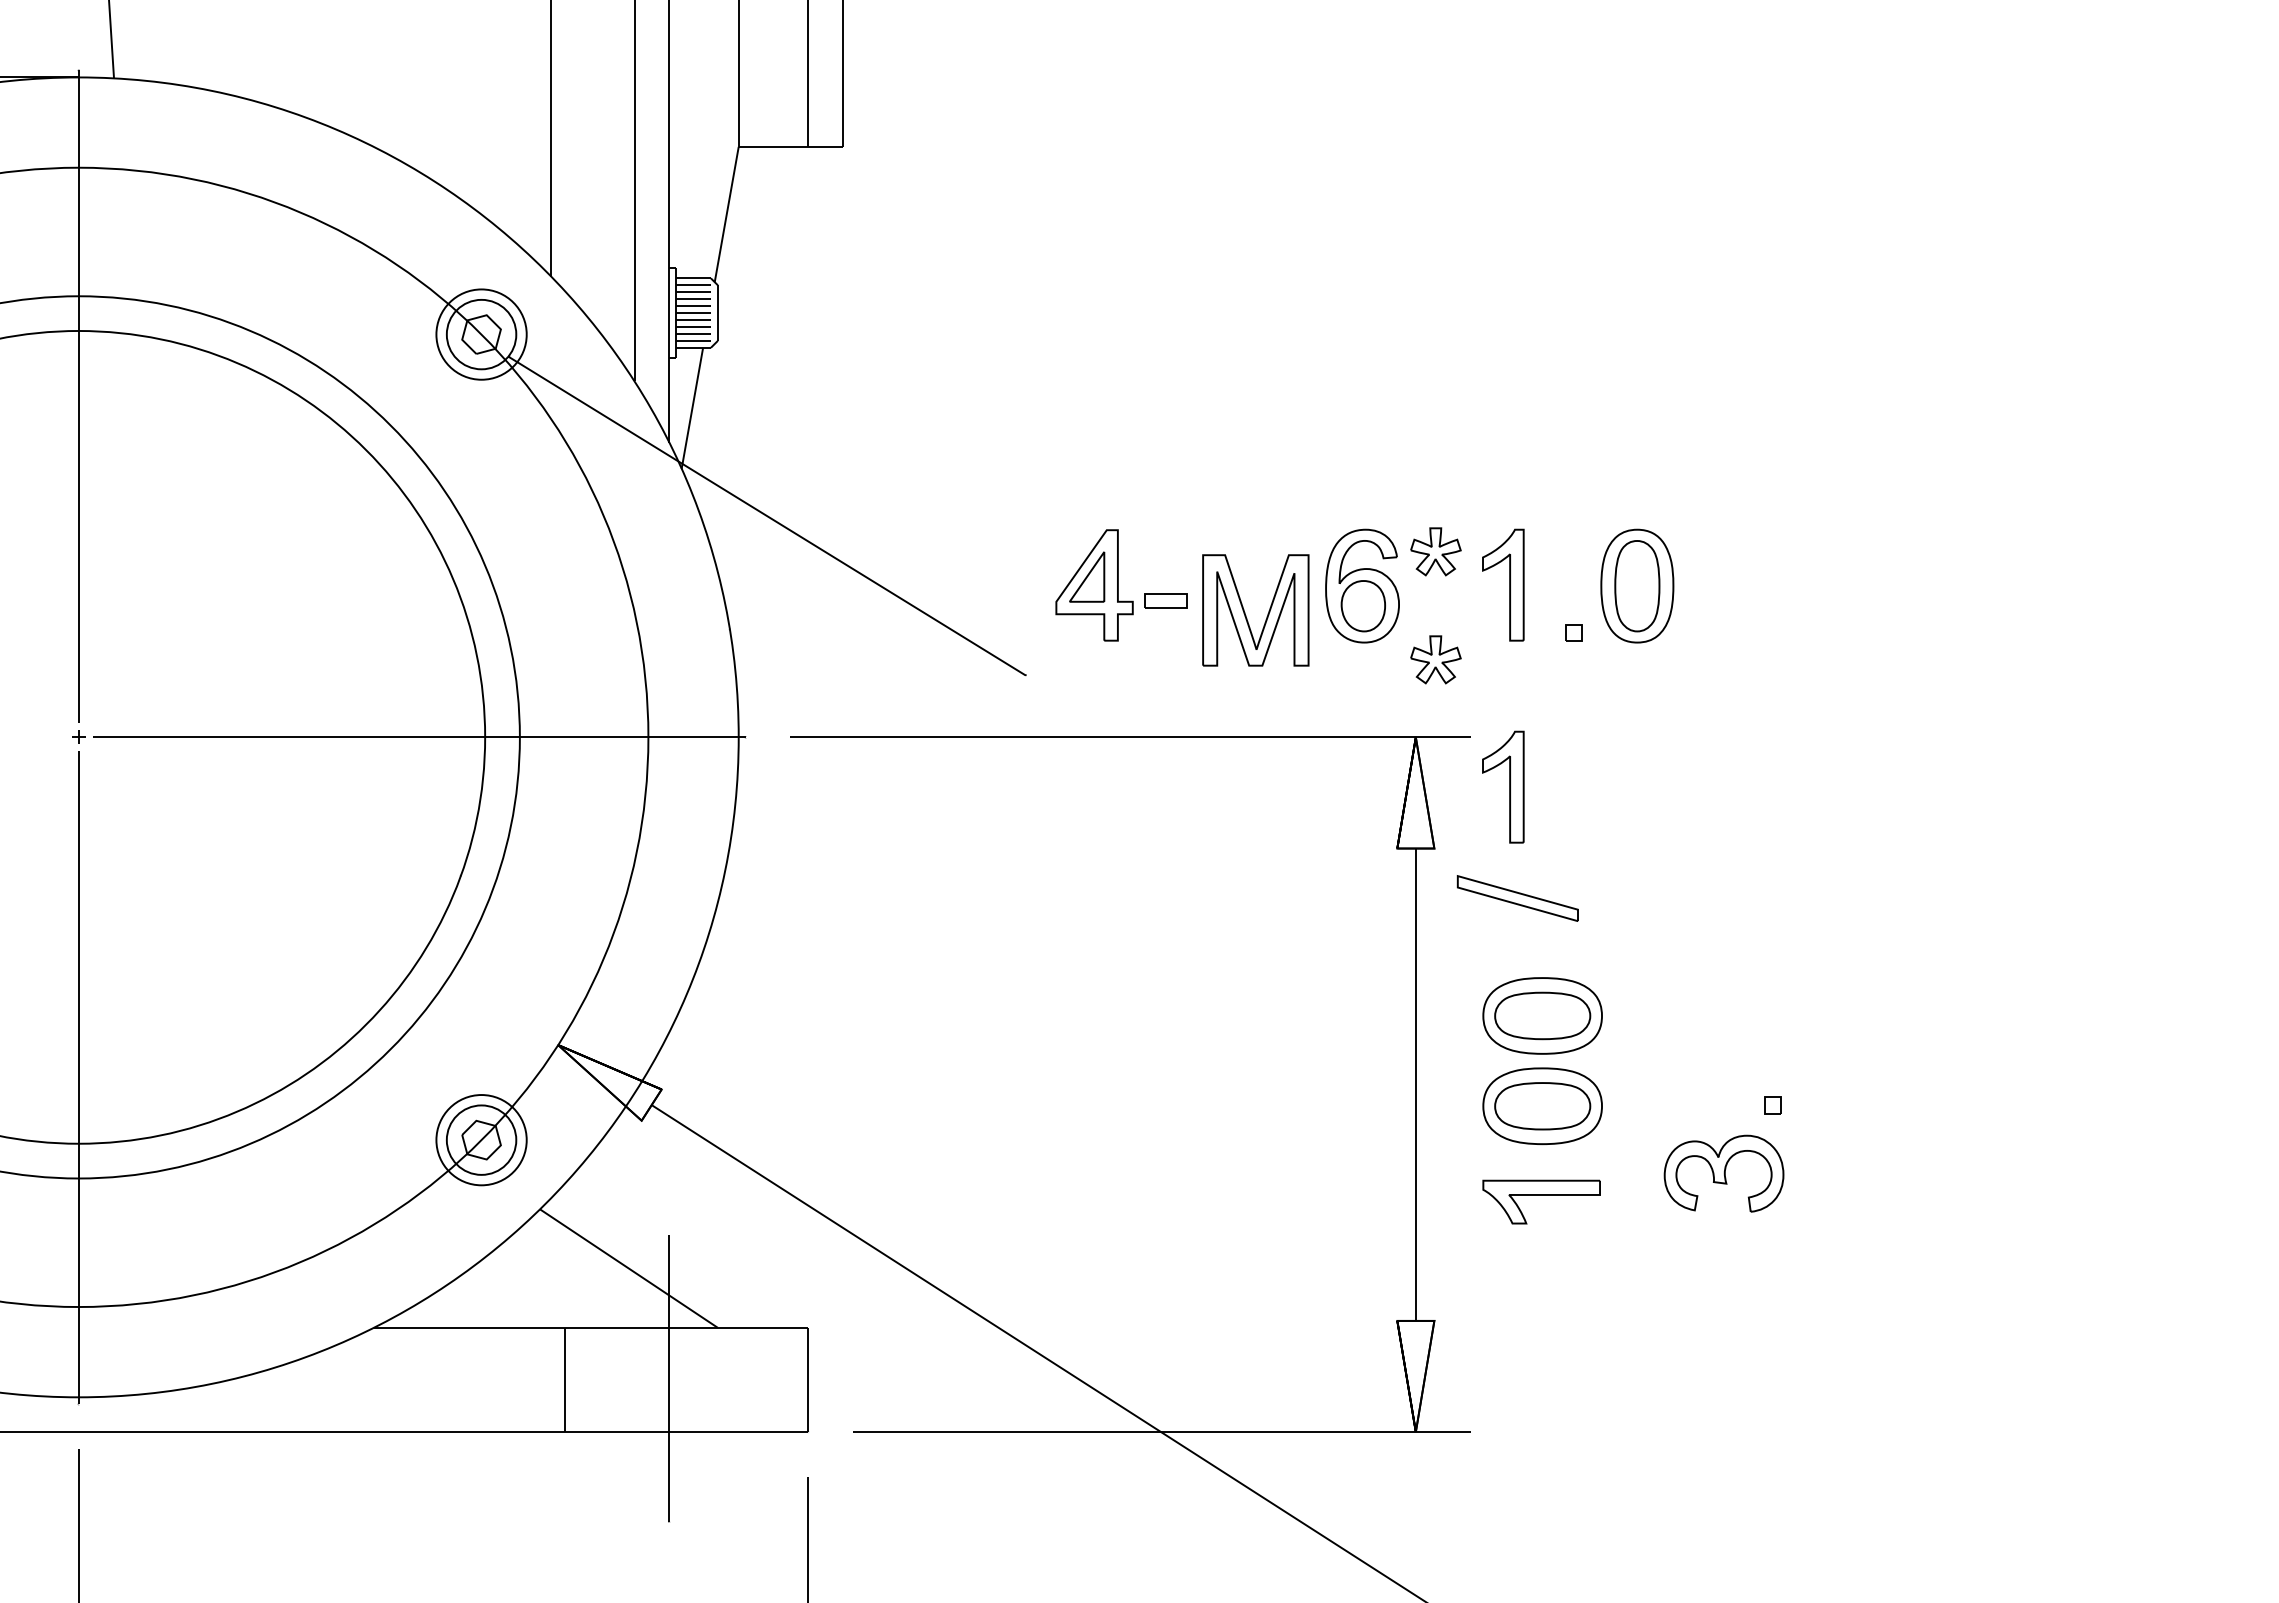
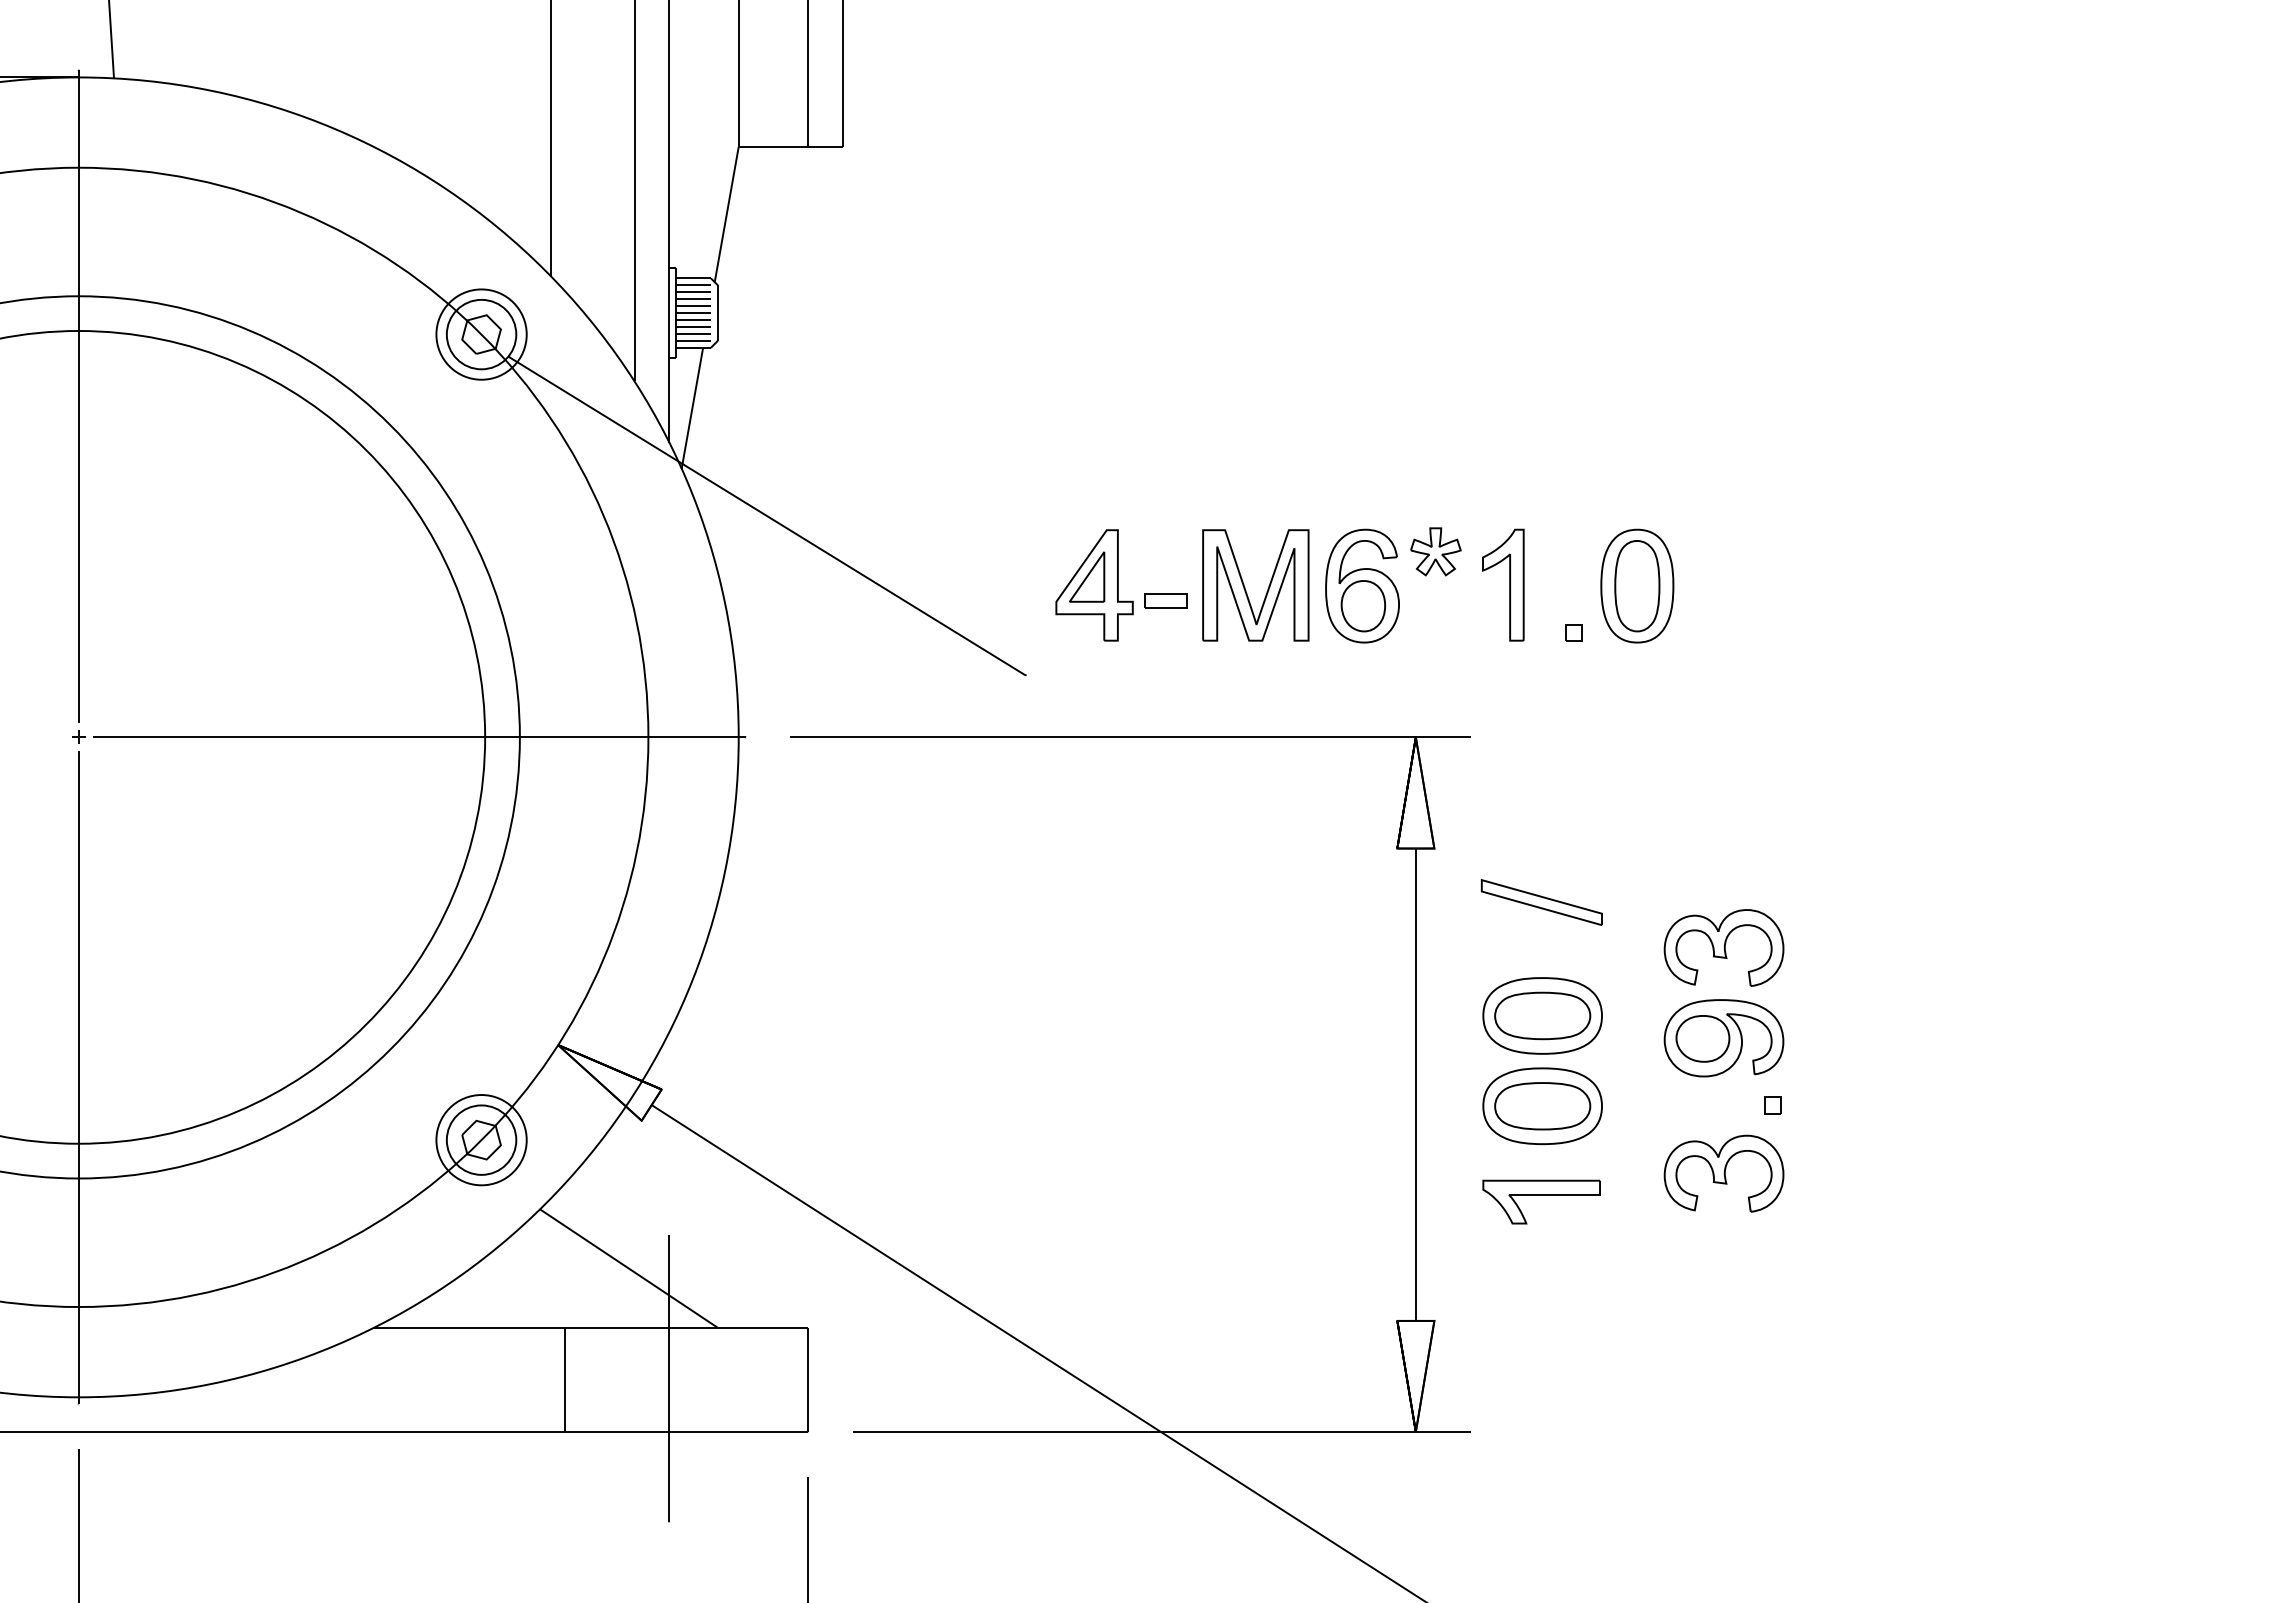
part at (1245, 612) position: (1245, 612) -> (1245, 587)
part at (1435, 659): present -> none
part at (1503, 786): present -> none
part at (1517, 898) position: (1517, 898) -> (1541, 902)
part at (1723, 947): none -> present
part at (1723, 1038): none -> present
